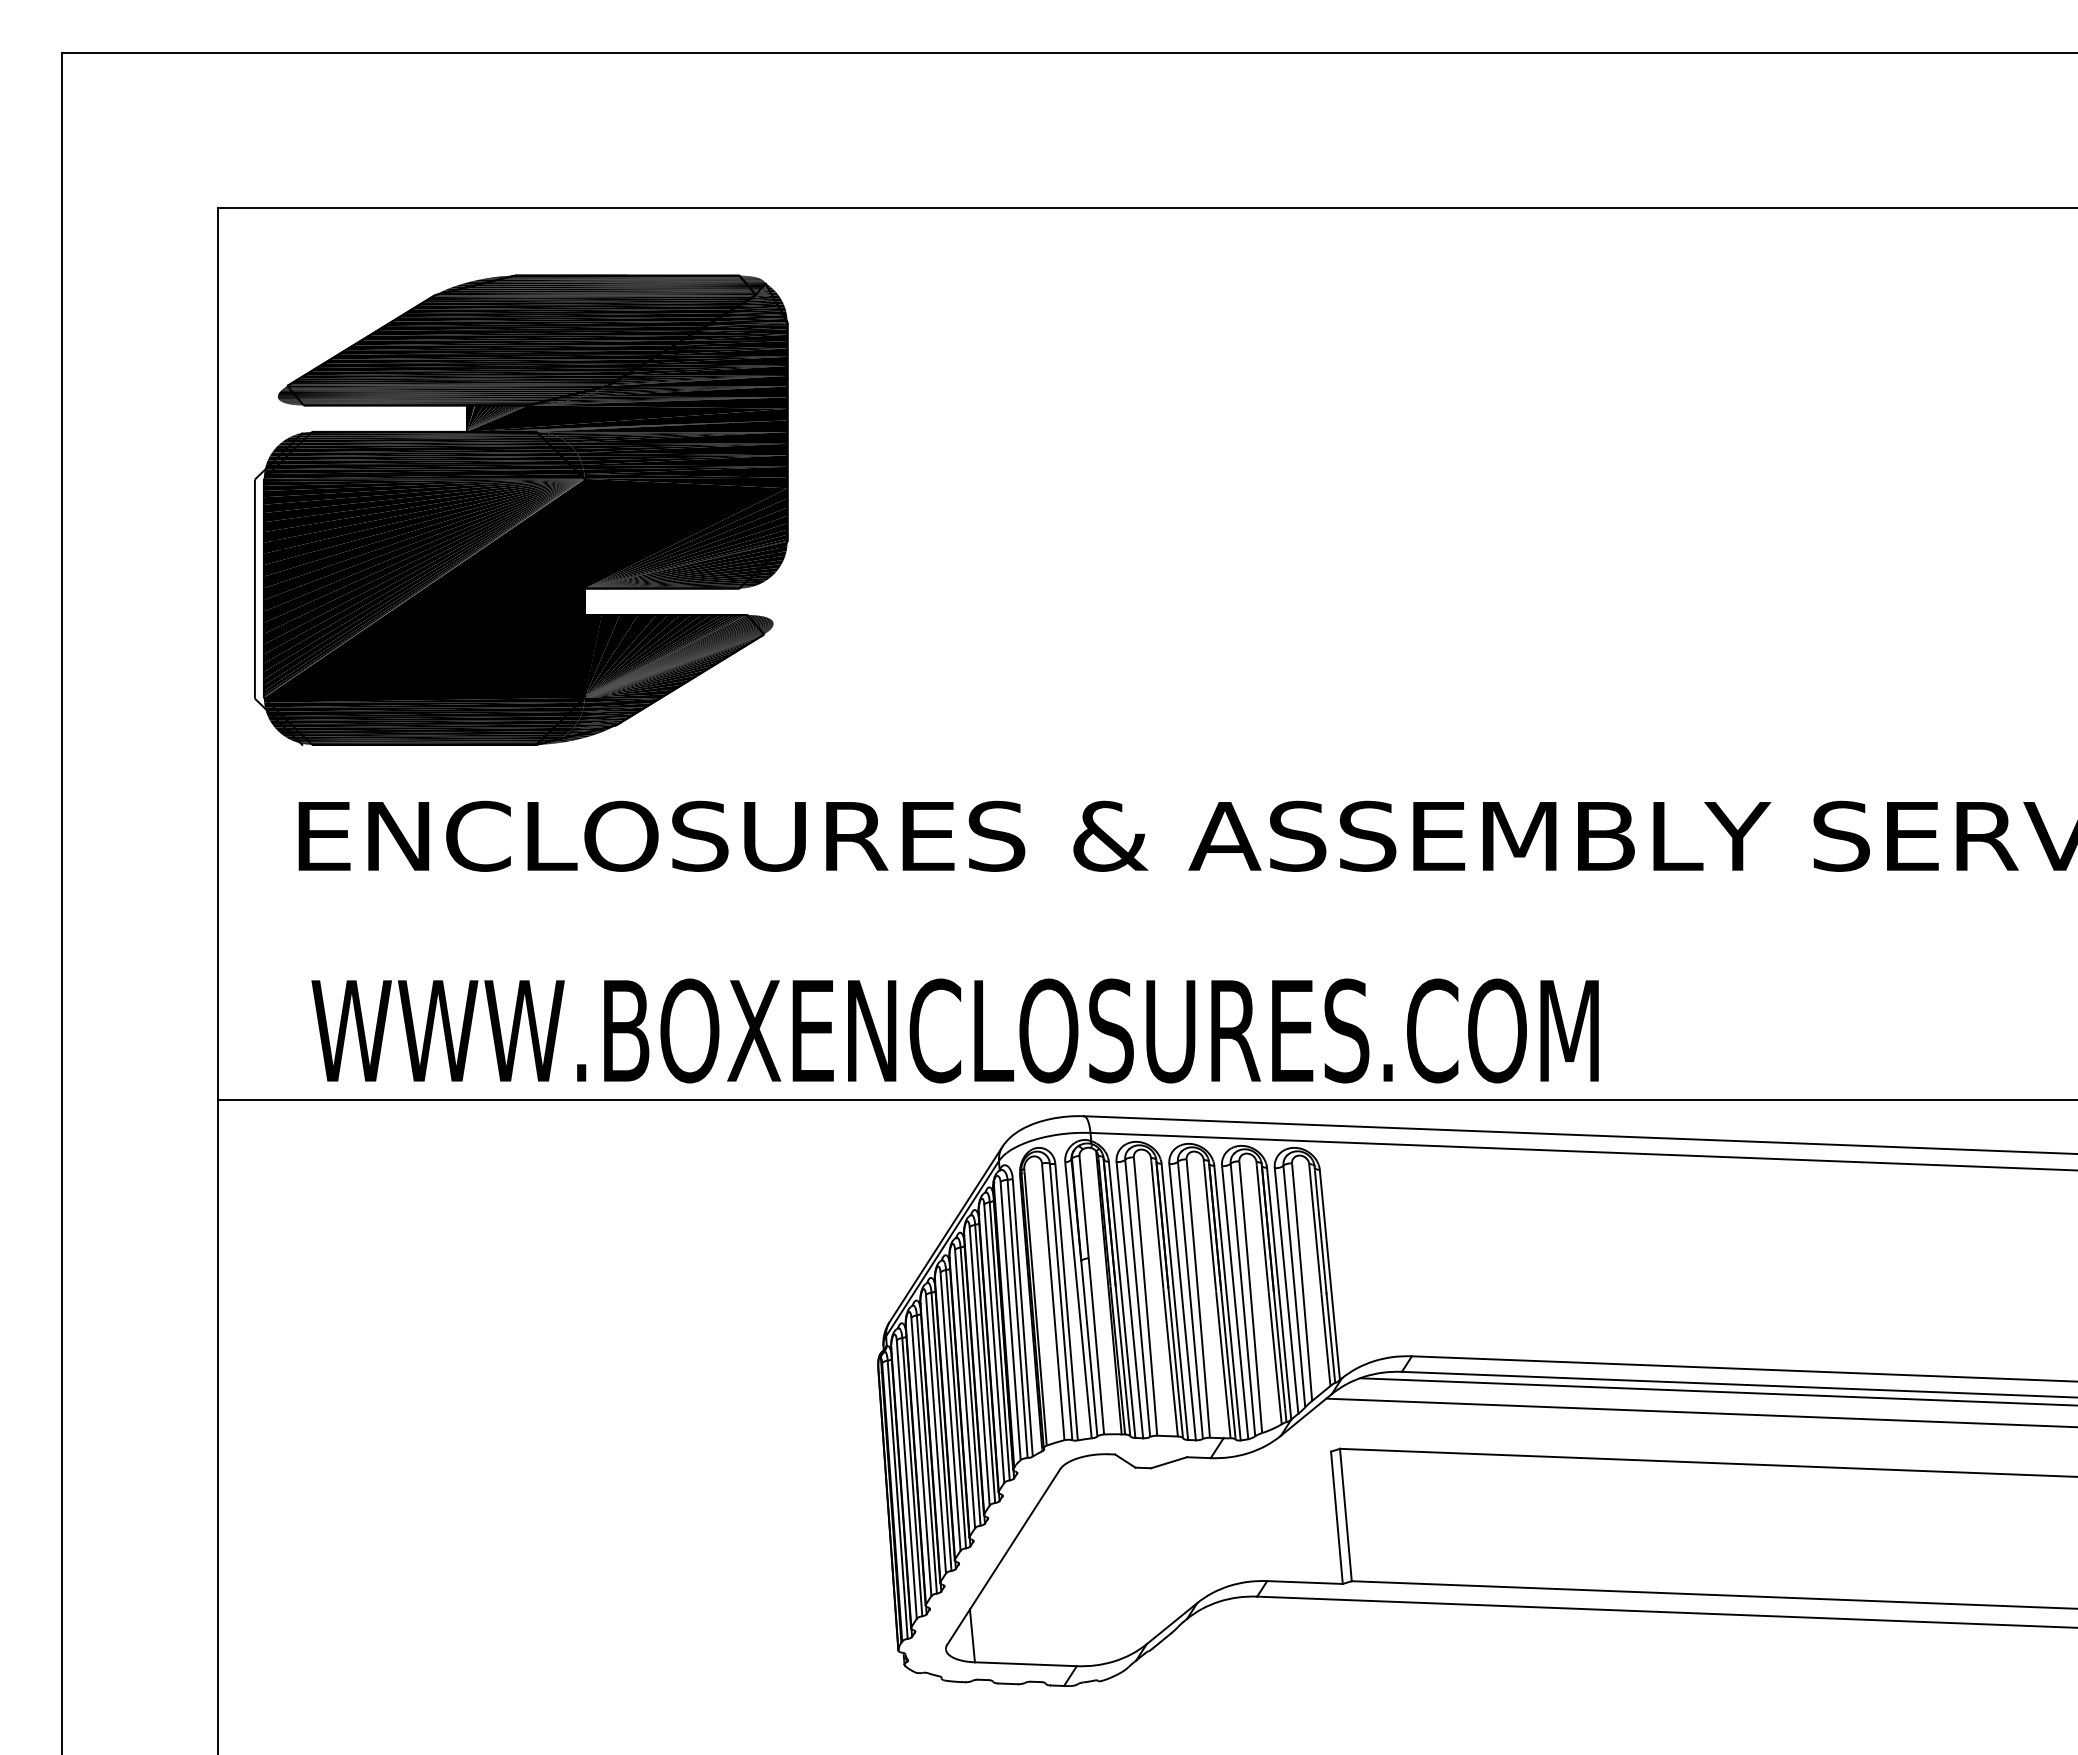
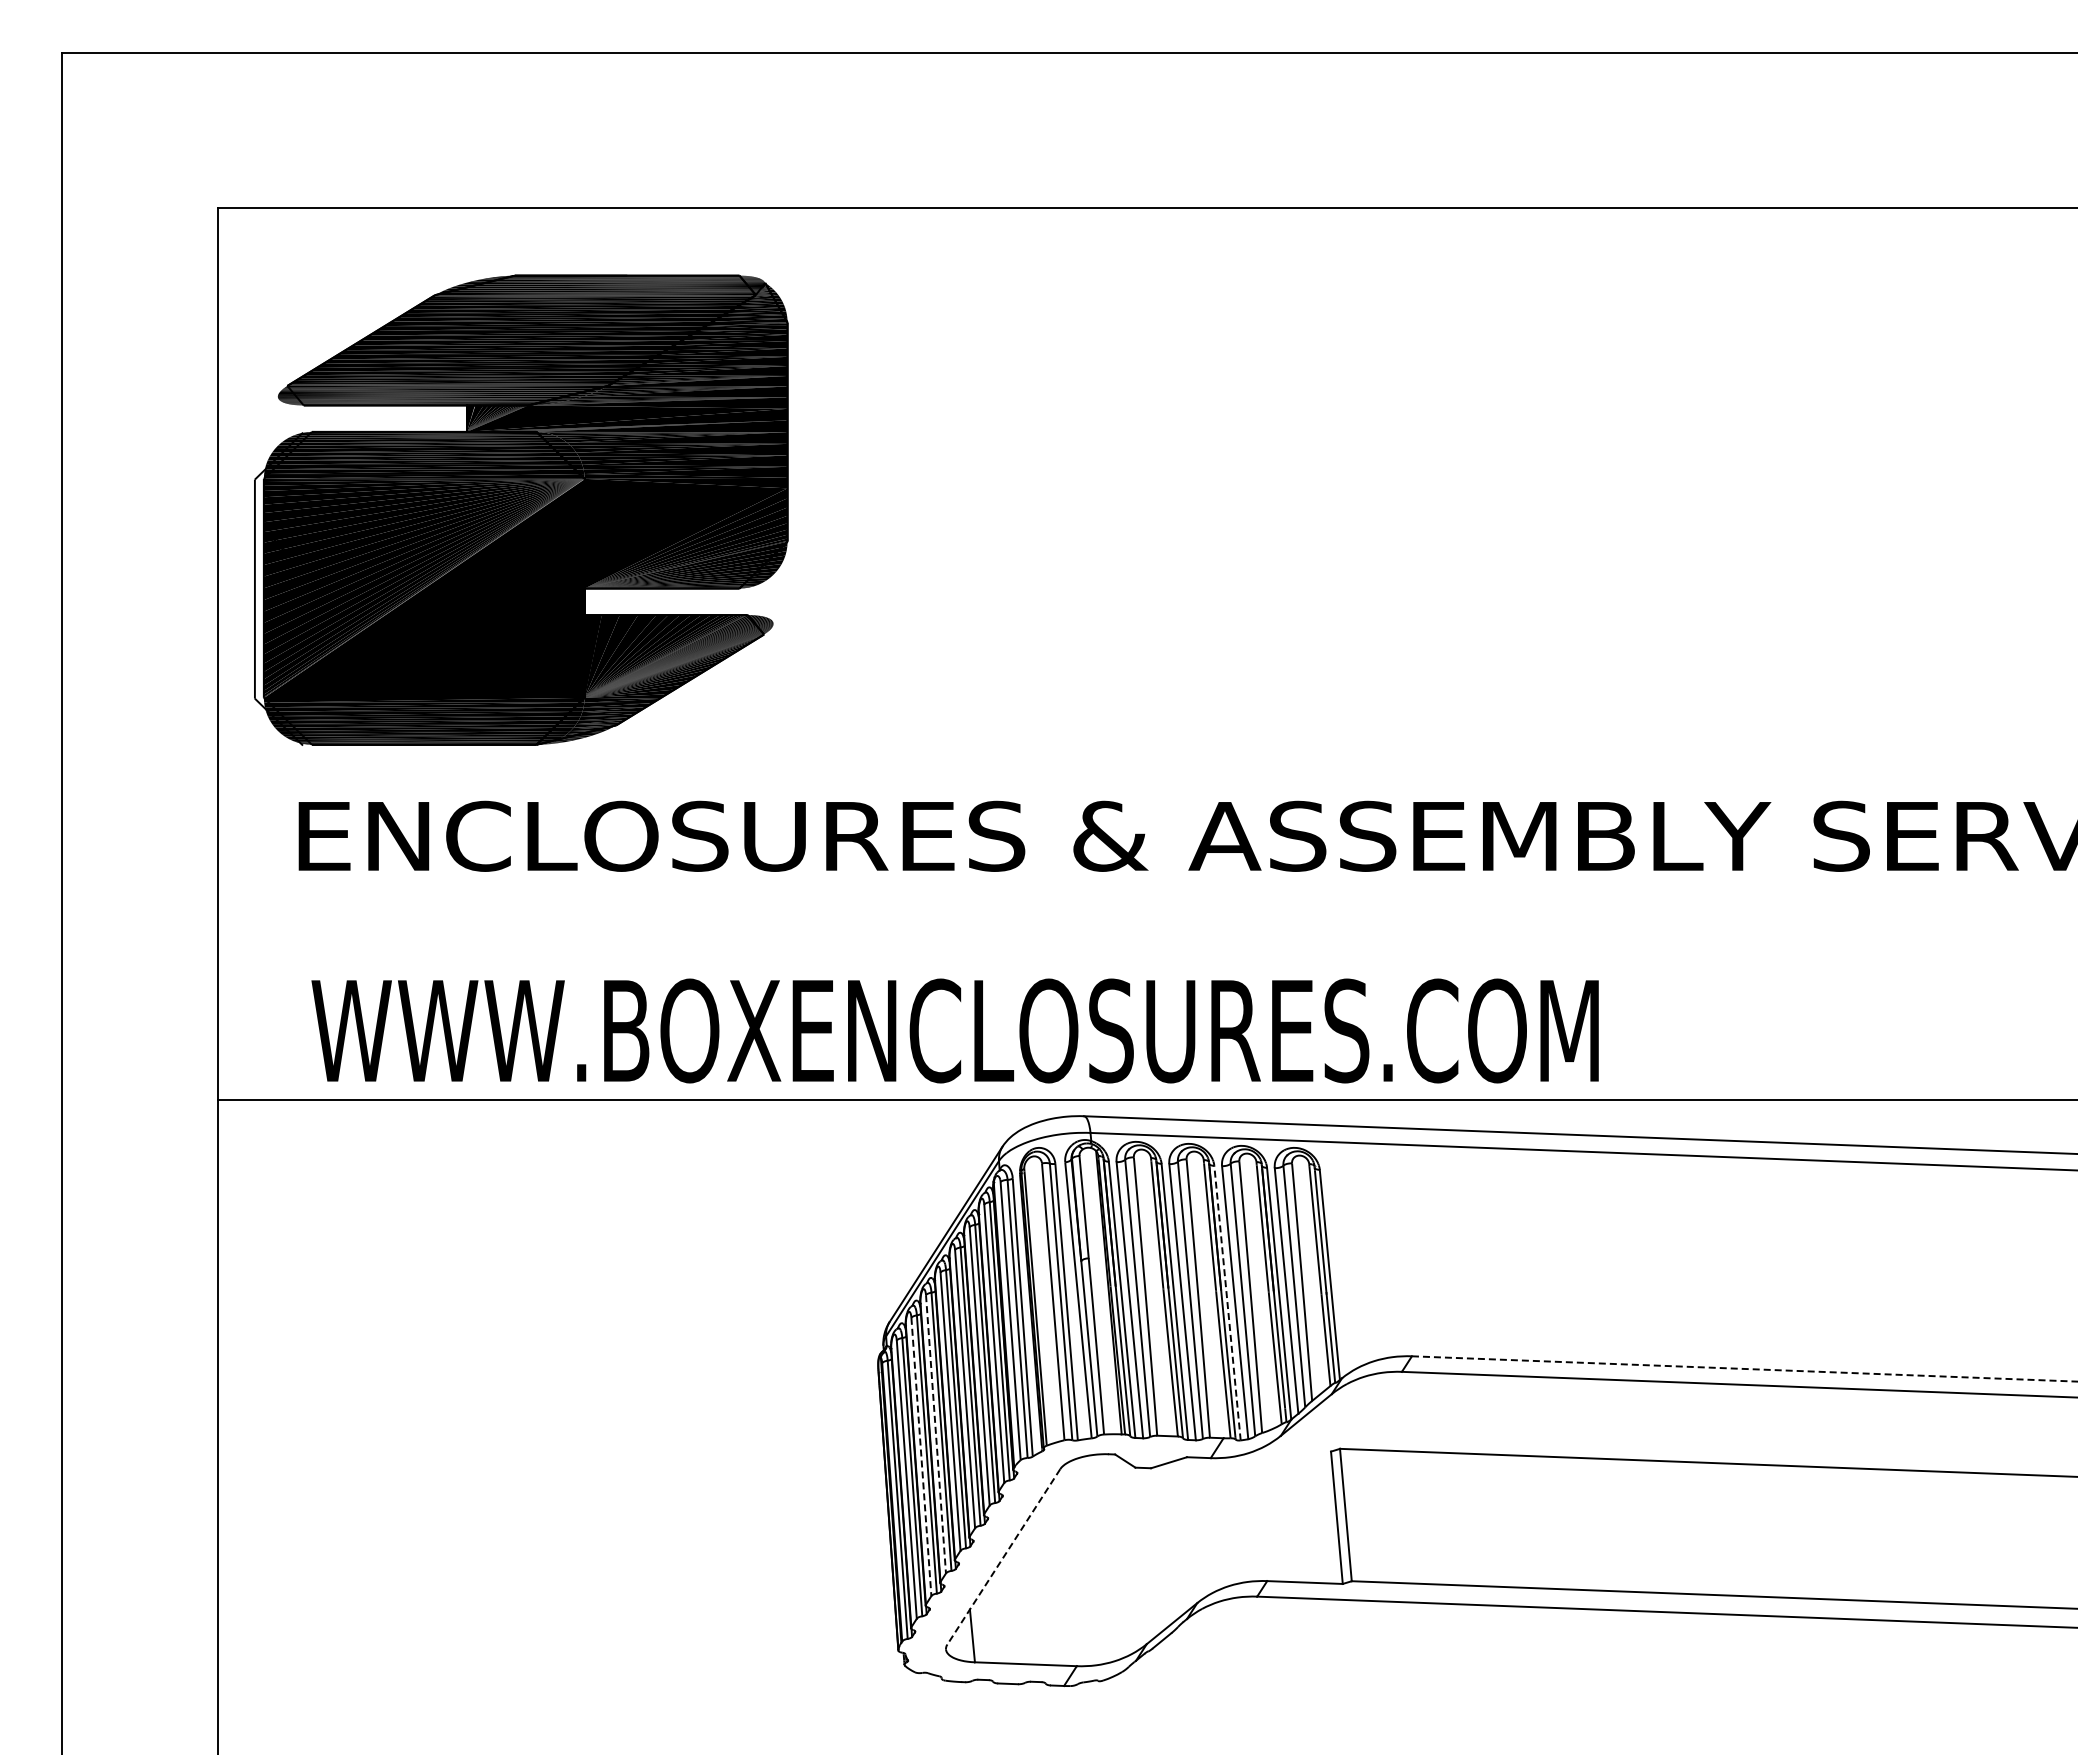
line at (1227, 1303): solid -> dashed
line at (1744, 1368): solid -> dashed
line at (1717, 1391): present -> none
line at (1700, 1412): present -> none
line at (936, 1434): solid -> dashed
line at (921, 1457): solid -> dashed
line at (1003, 1557): solid -> dashed
